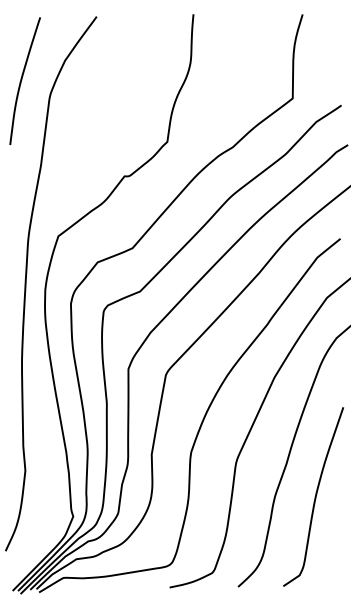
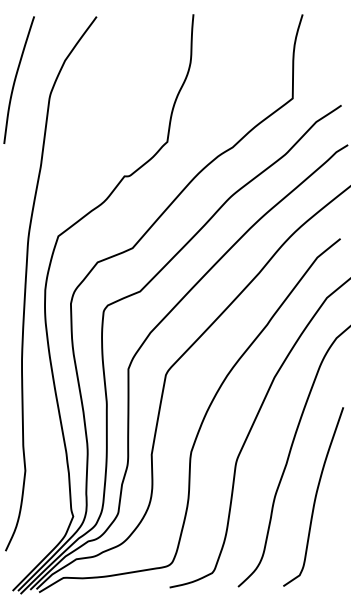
curve at (22, 80) position: (22, 80) -> (16, 79)
